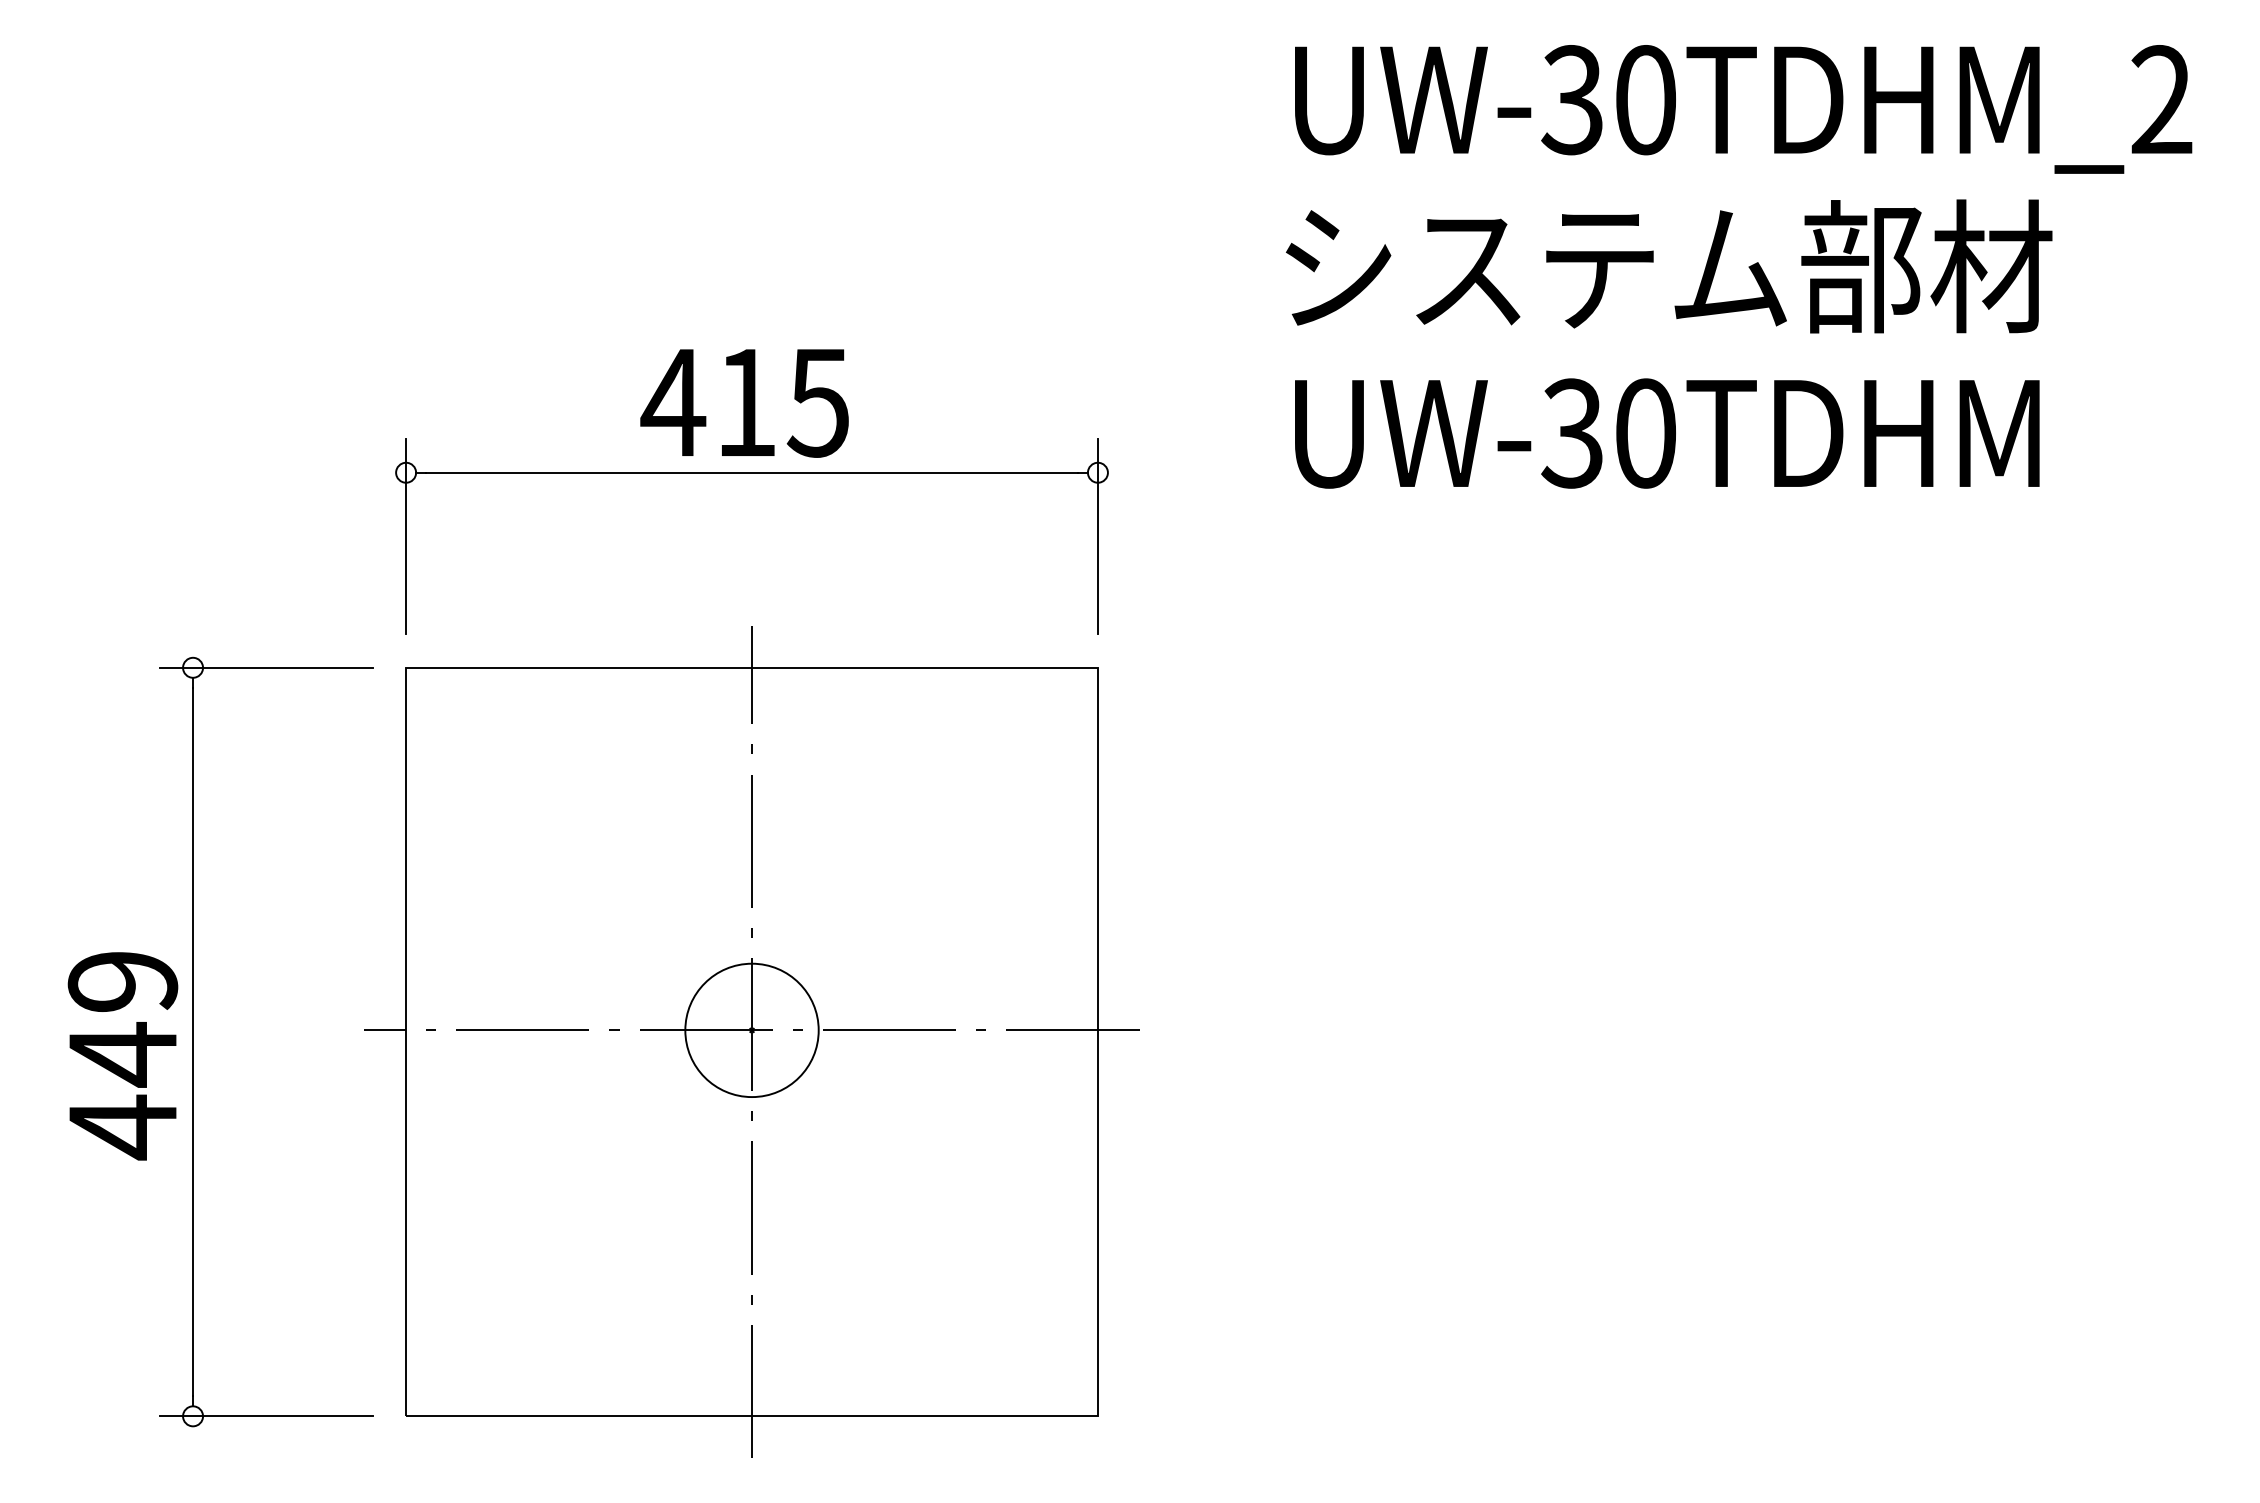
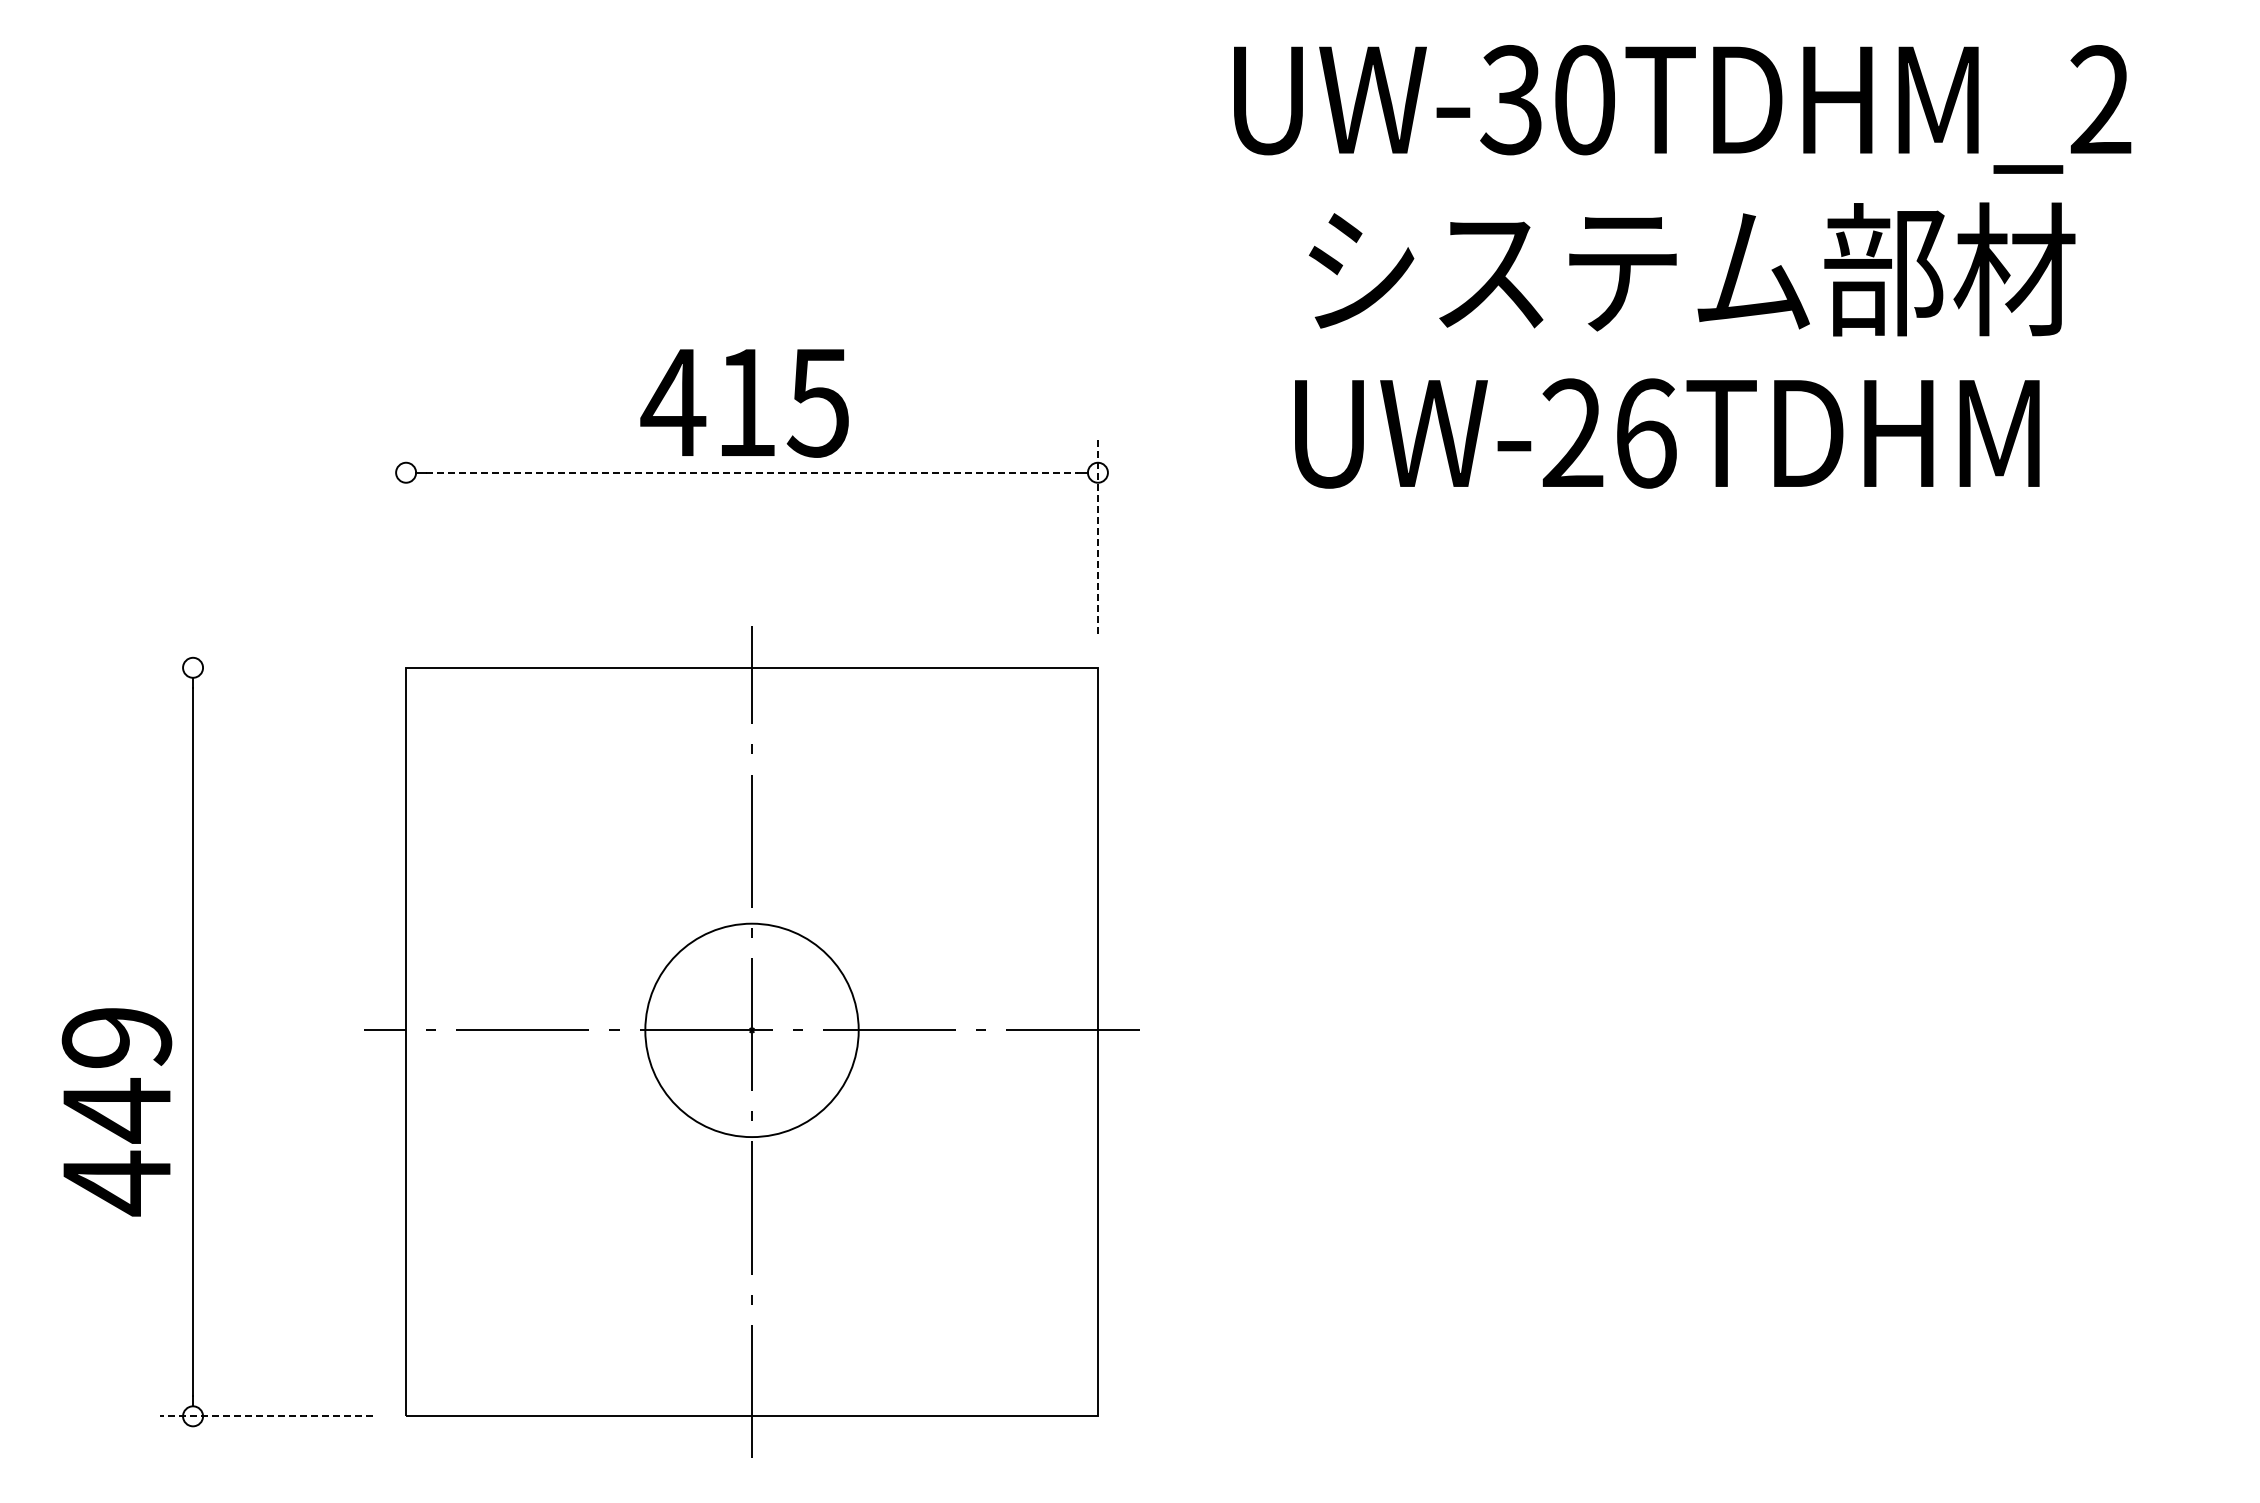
text at (1743, 109) position: (1743, 109) -> (1682, 109)
text at (1669, 266) position: (1669, 266) -> (1692, 269)
text at (1608, 433): UW-30TDHM -> UW-26TDHM
line at (752, 472): solid -> dashed
line at (406, 536): present -> none
line at (1097, 536): solid -> dashed
line at (265, 667): present -> none
circle at (751, 1030) diameter: 133 px -> 213 px
text at (122, 1056) position: (122, 1056) -> (116, 1112)
line at (266, 1416): solid -> dashed
